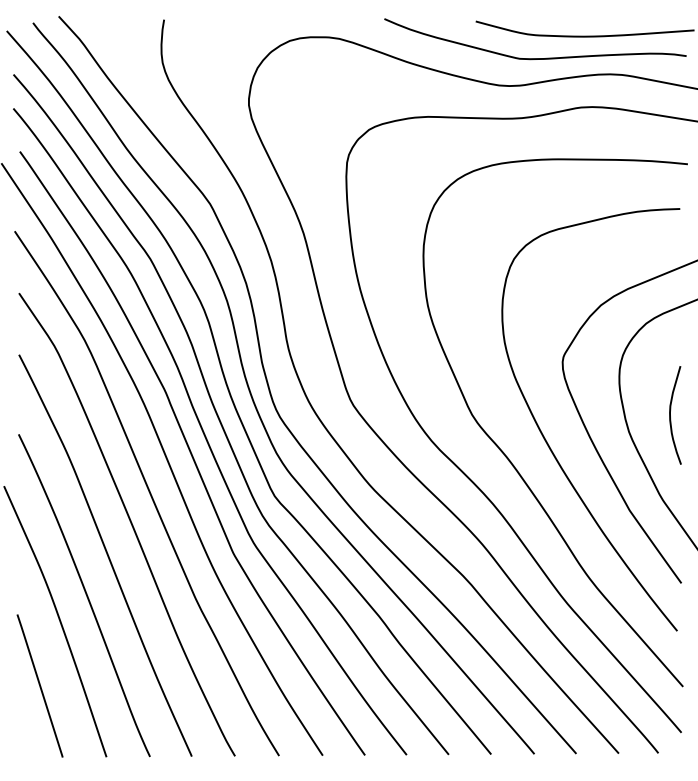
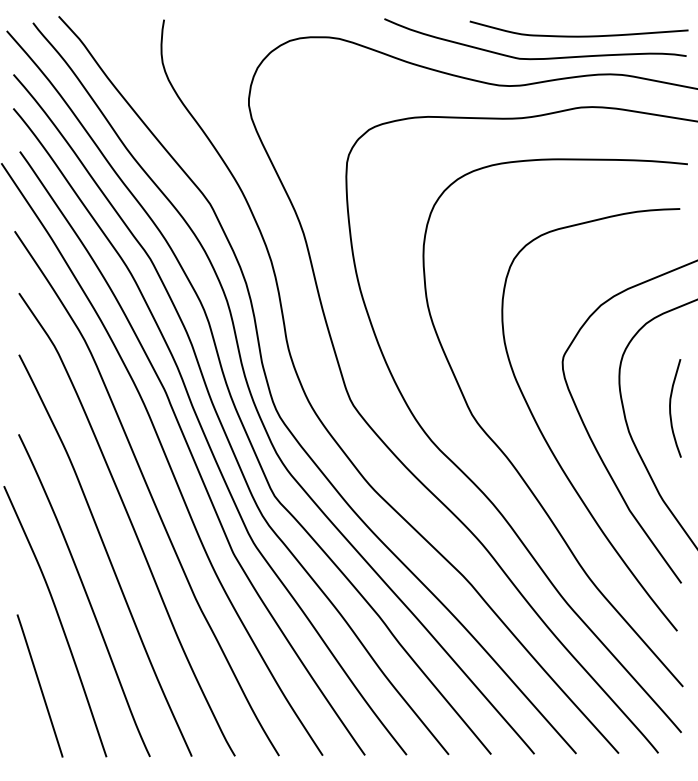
curve at (584, 35) position: (584, 35) -> (578, 35)
curve at (670, 415) position: (670, 415) -> (670, 408)
